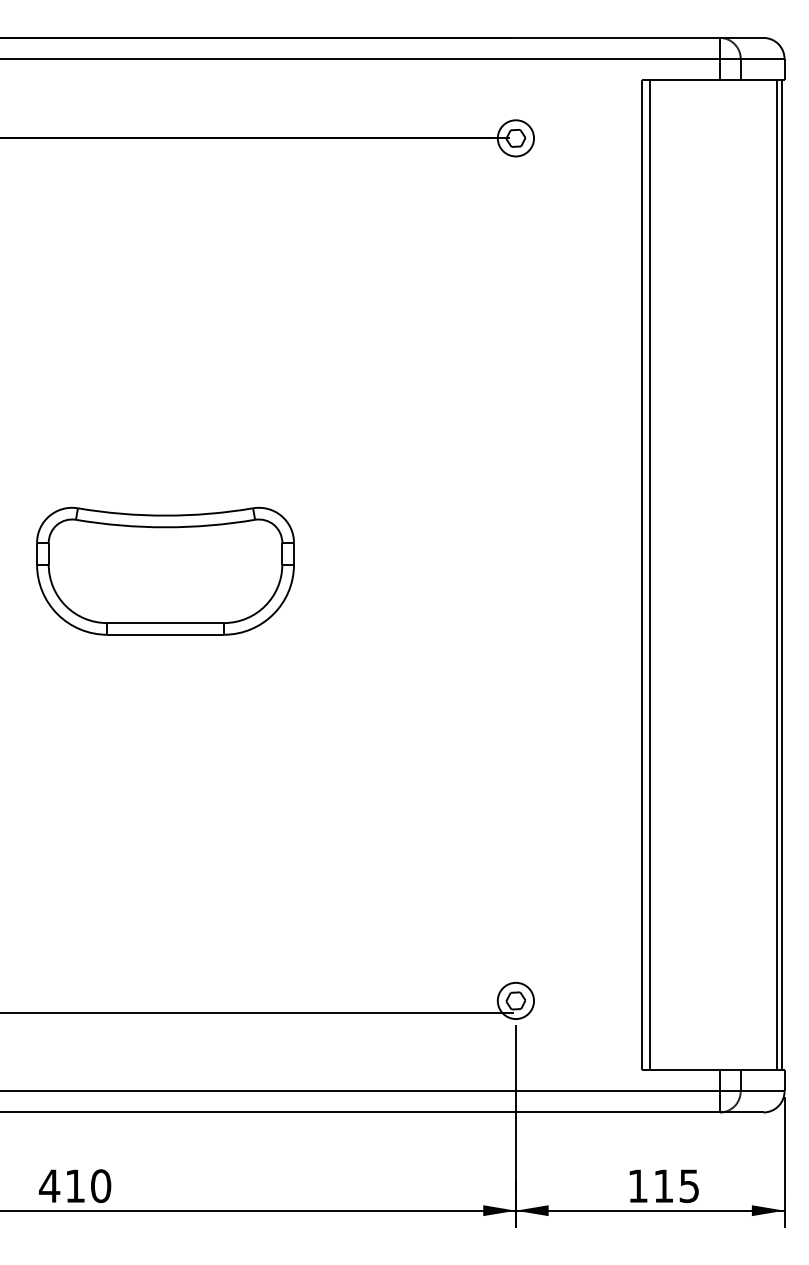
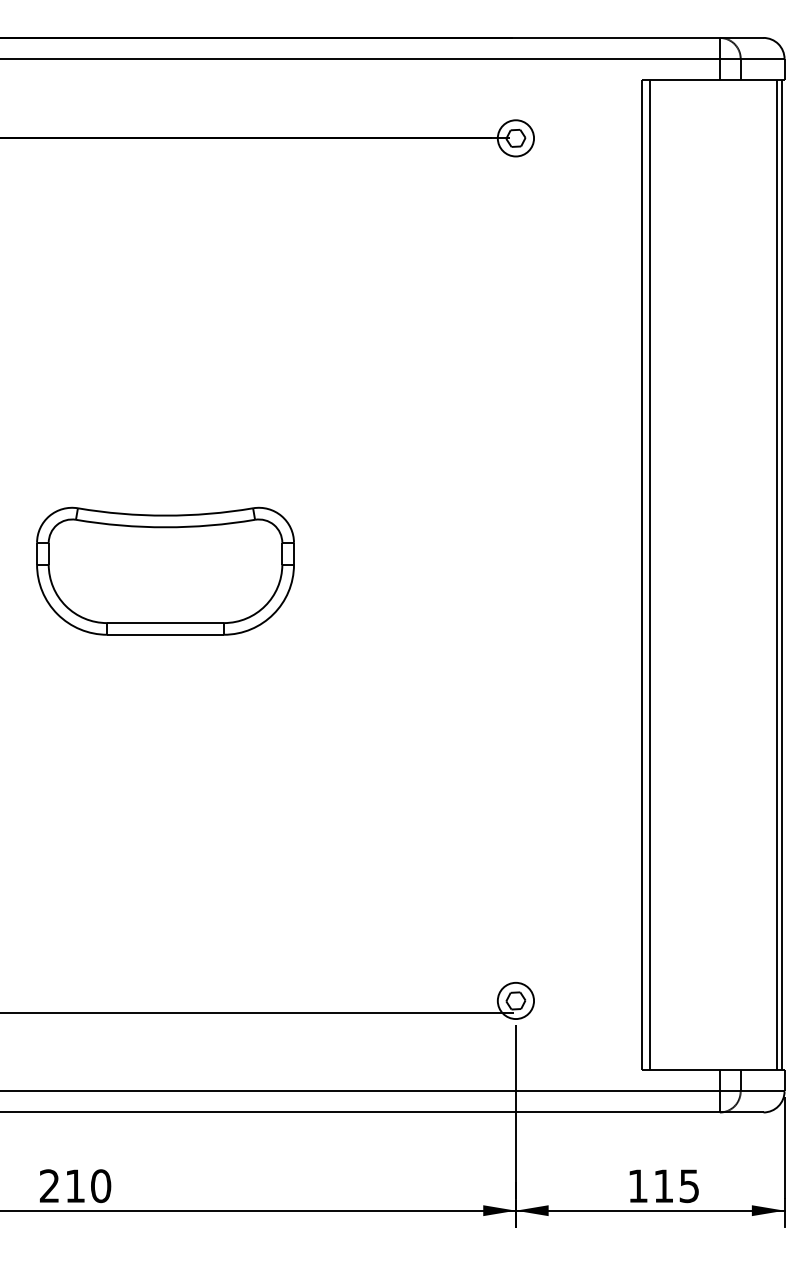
text at (49, 1185): 410 -> 210
